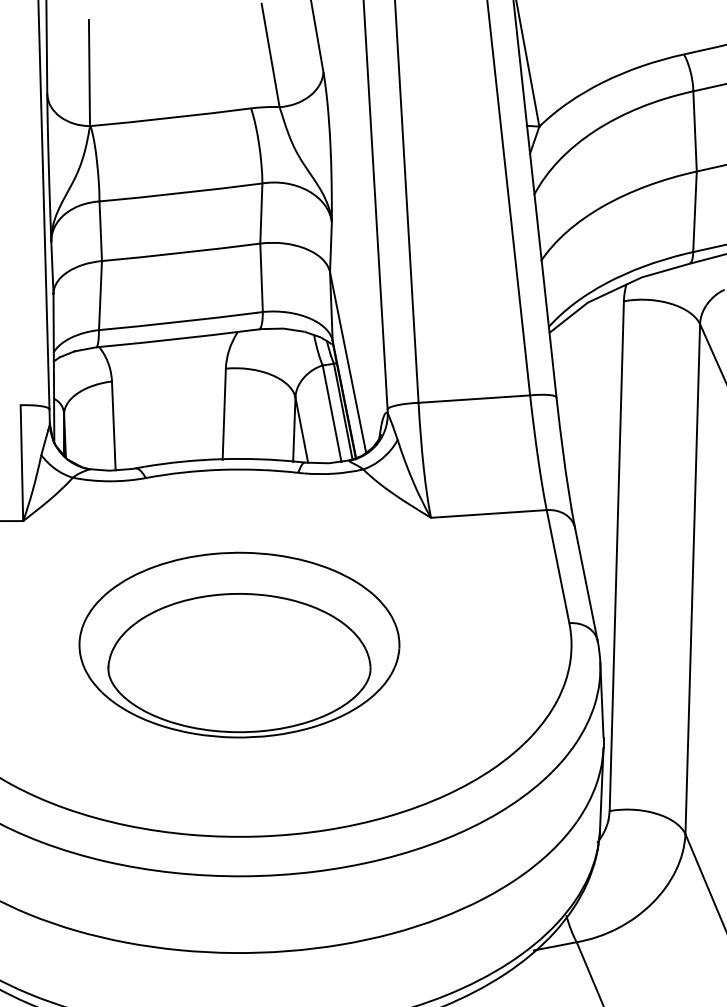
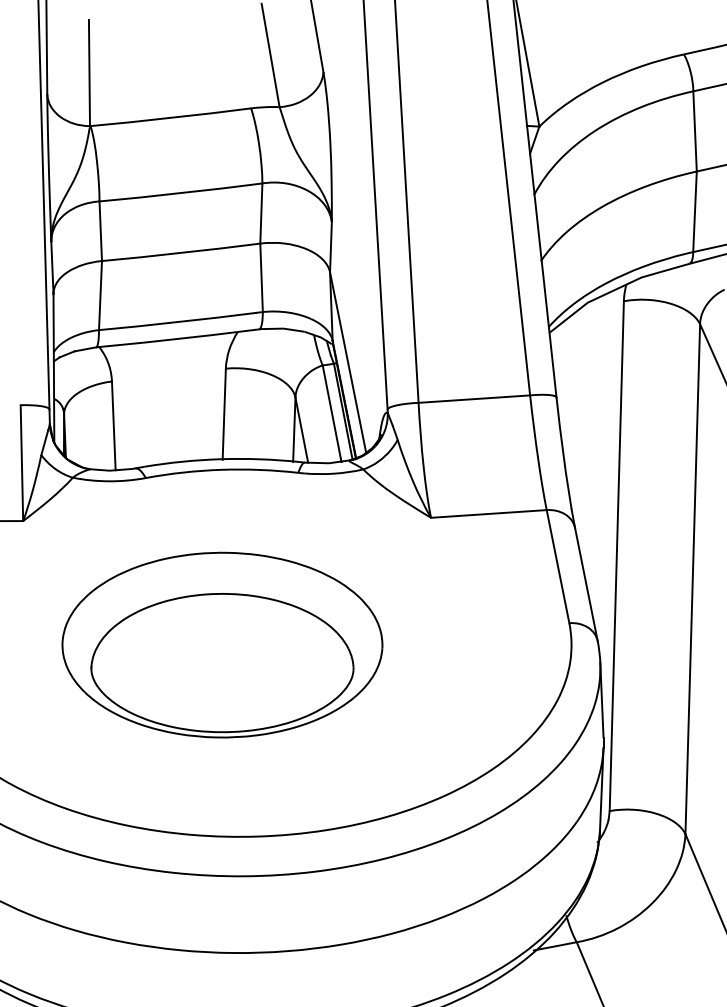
part at (239, 644) position: (239, 644) -> (222, 644)
